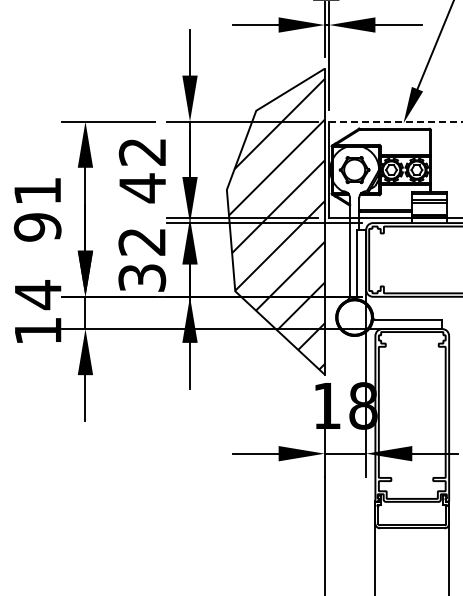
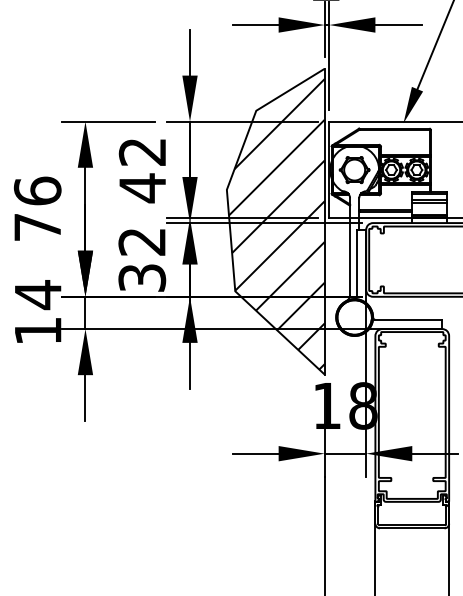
line at (396, 121): dashed -> solid
text at (37, 208): 91 -> 76
